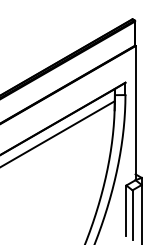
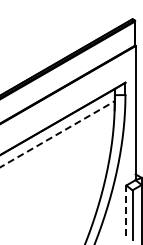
line at (57, 134): solid -> dashed
line at (126, 210): solid -> dashed
